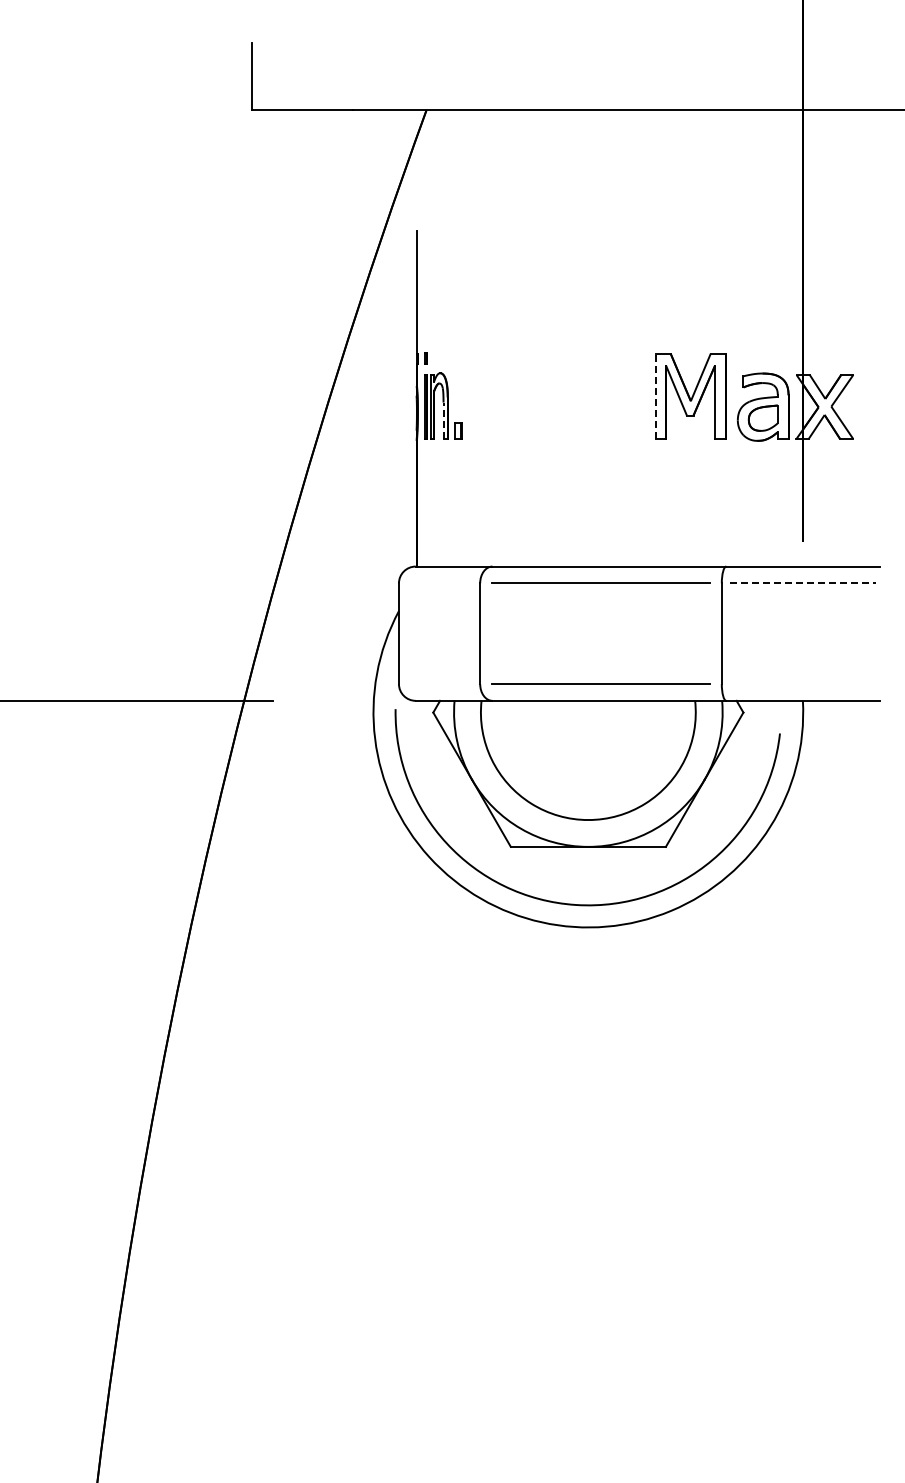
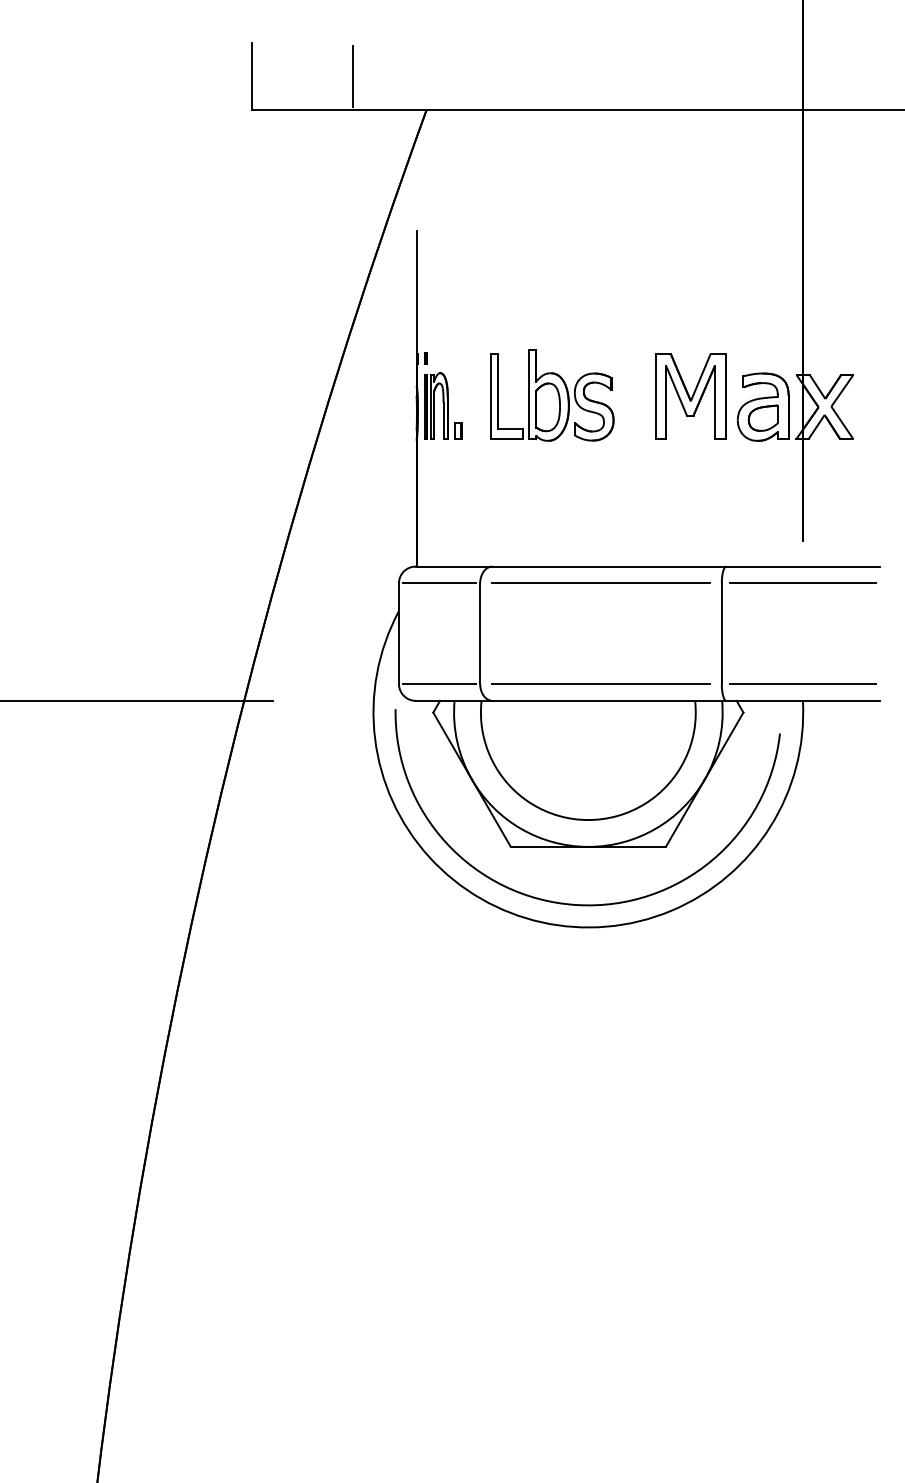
line at (353, 76): none -> present
part at (552, 395): none -> present
line at (656, 396): dashed -> solid
line at (443, 420): dashed -> solid
line at (439, 583): none -> present
line at (803, 583): dashed -> solid
line at (439, 684): none -> present
line at (802, 684): none -> present
